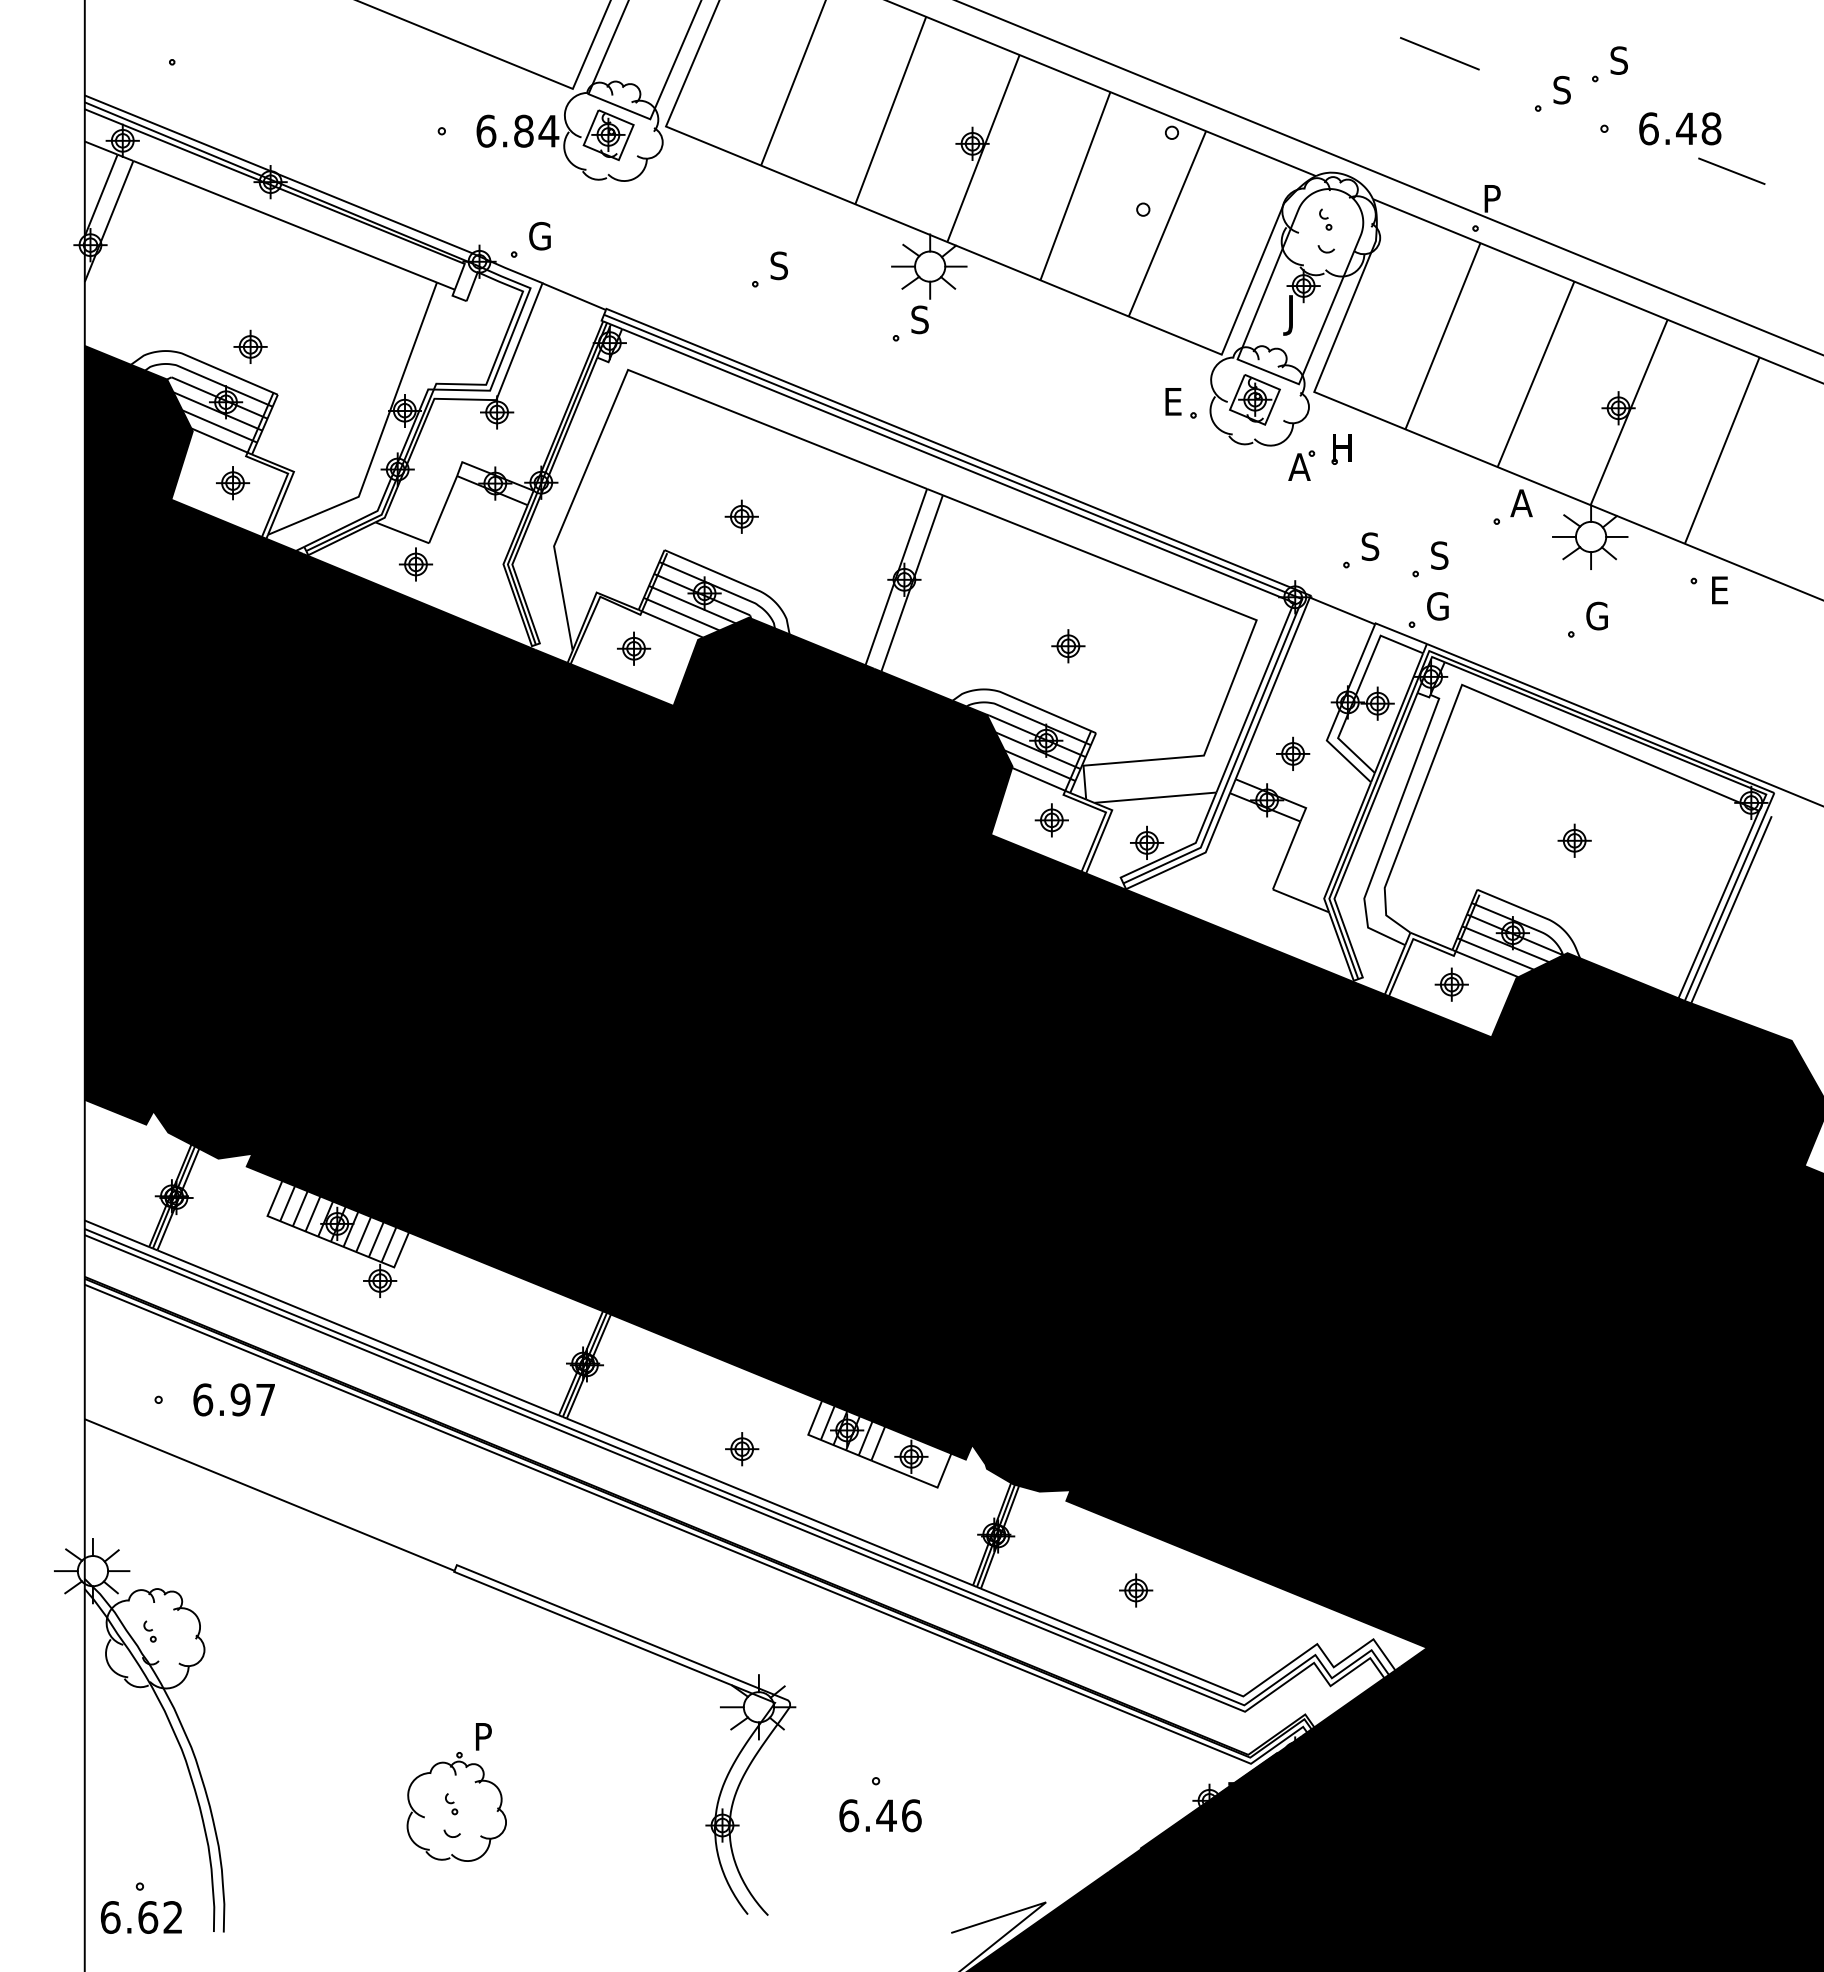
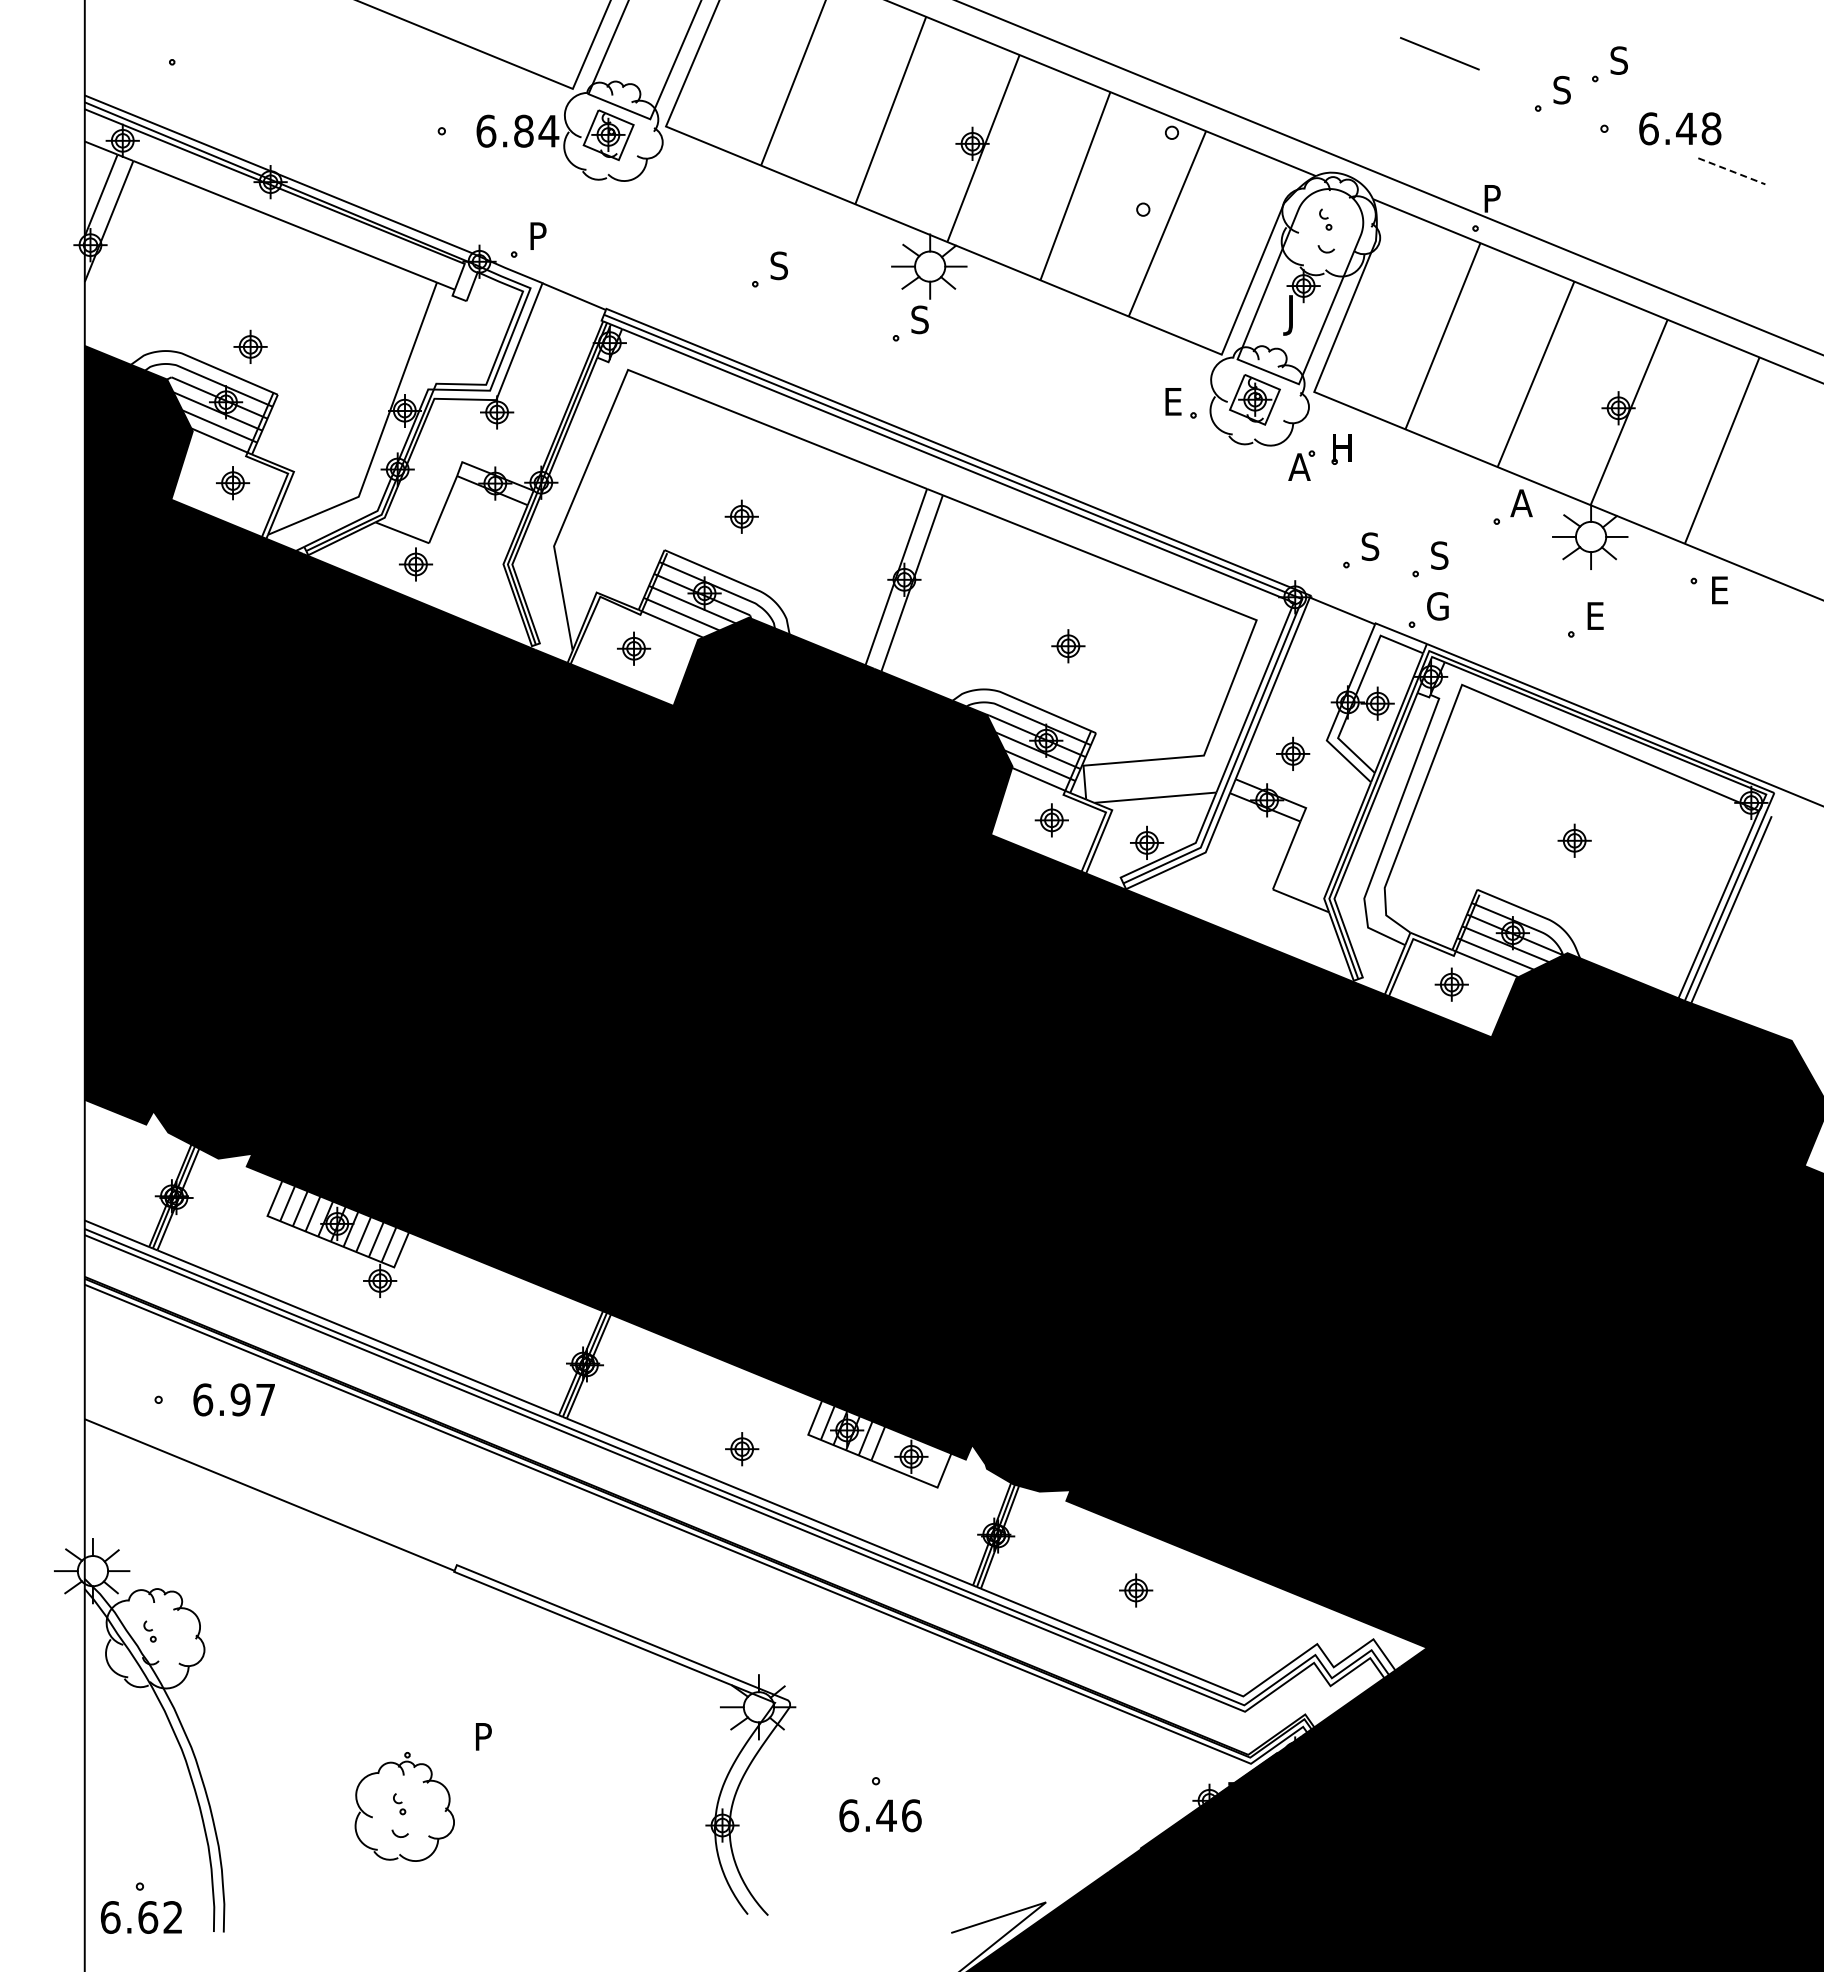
line at (1731, 171): solid -> dashed
text at (539, 235): G -> P
text at (1596, 615): G -> E
part at (456, 1806) position: (456, 1806) -> (404, 1806)
